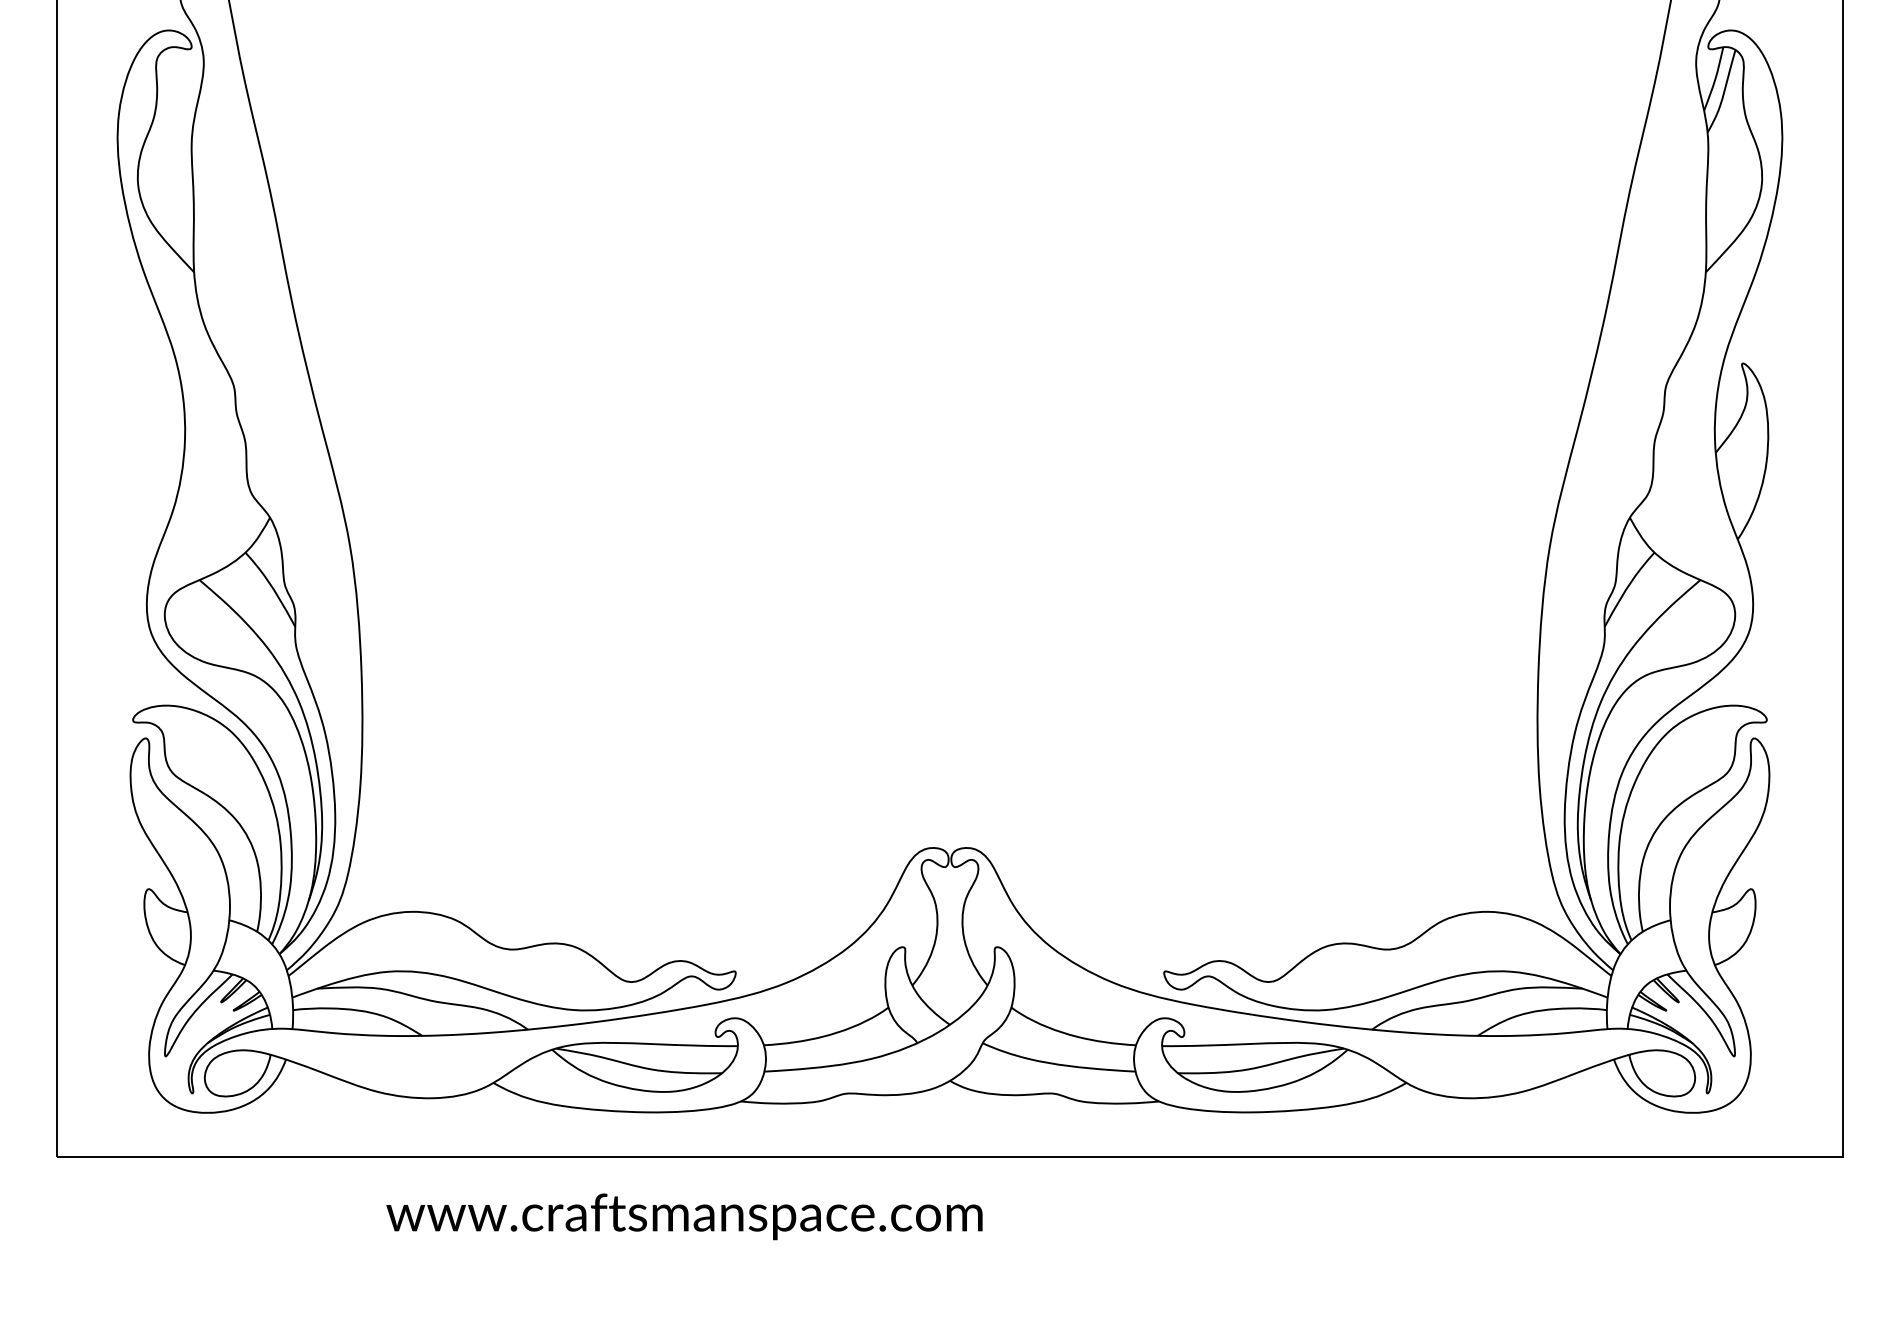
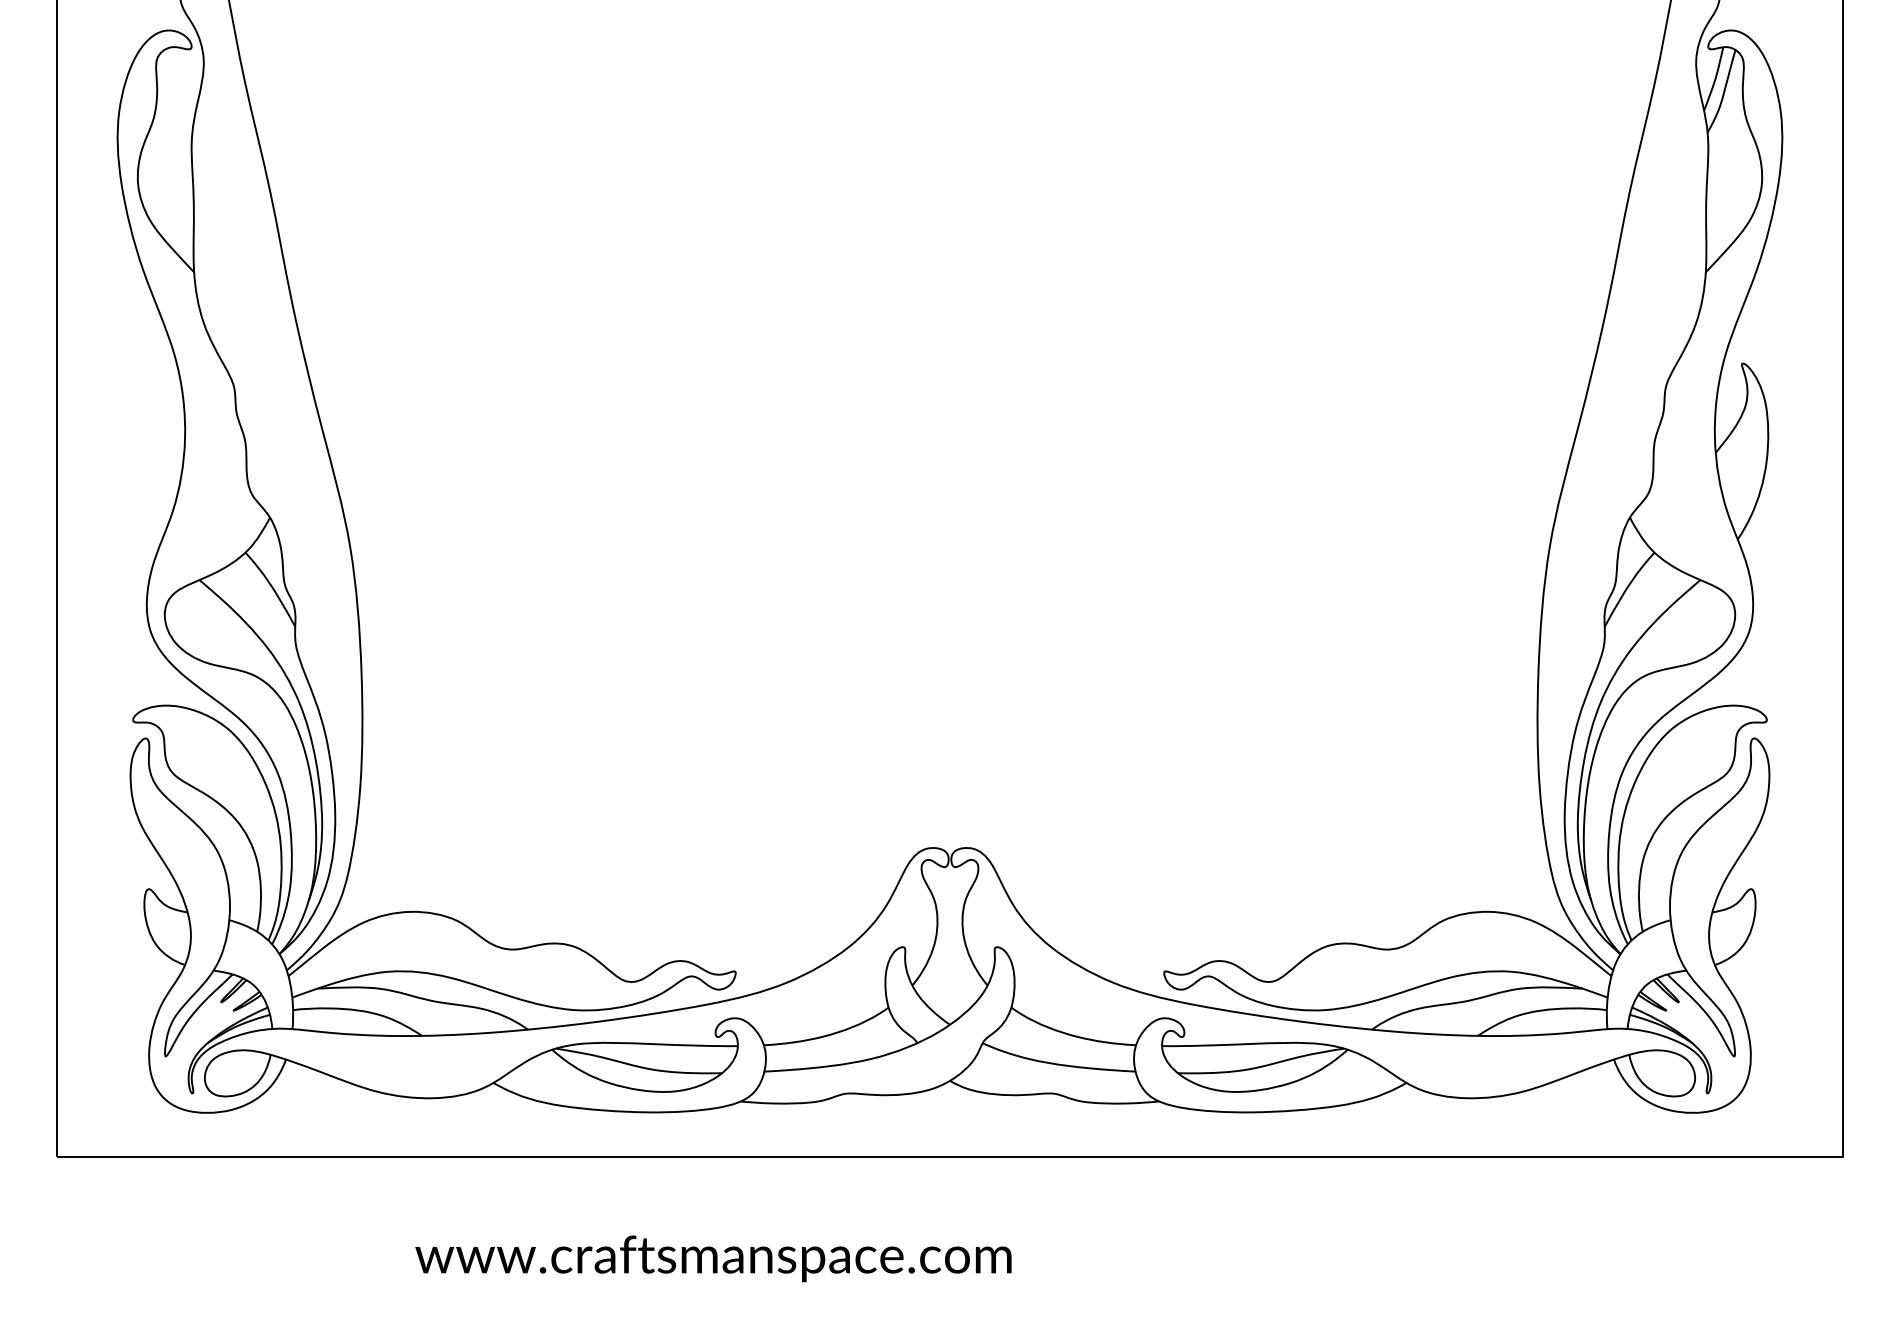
text at (684, 1216) position: (684, 1216) -> (713, 1258)
